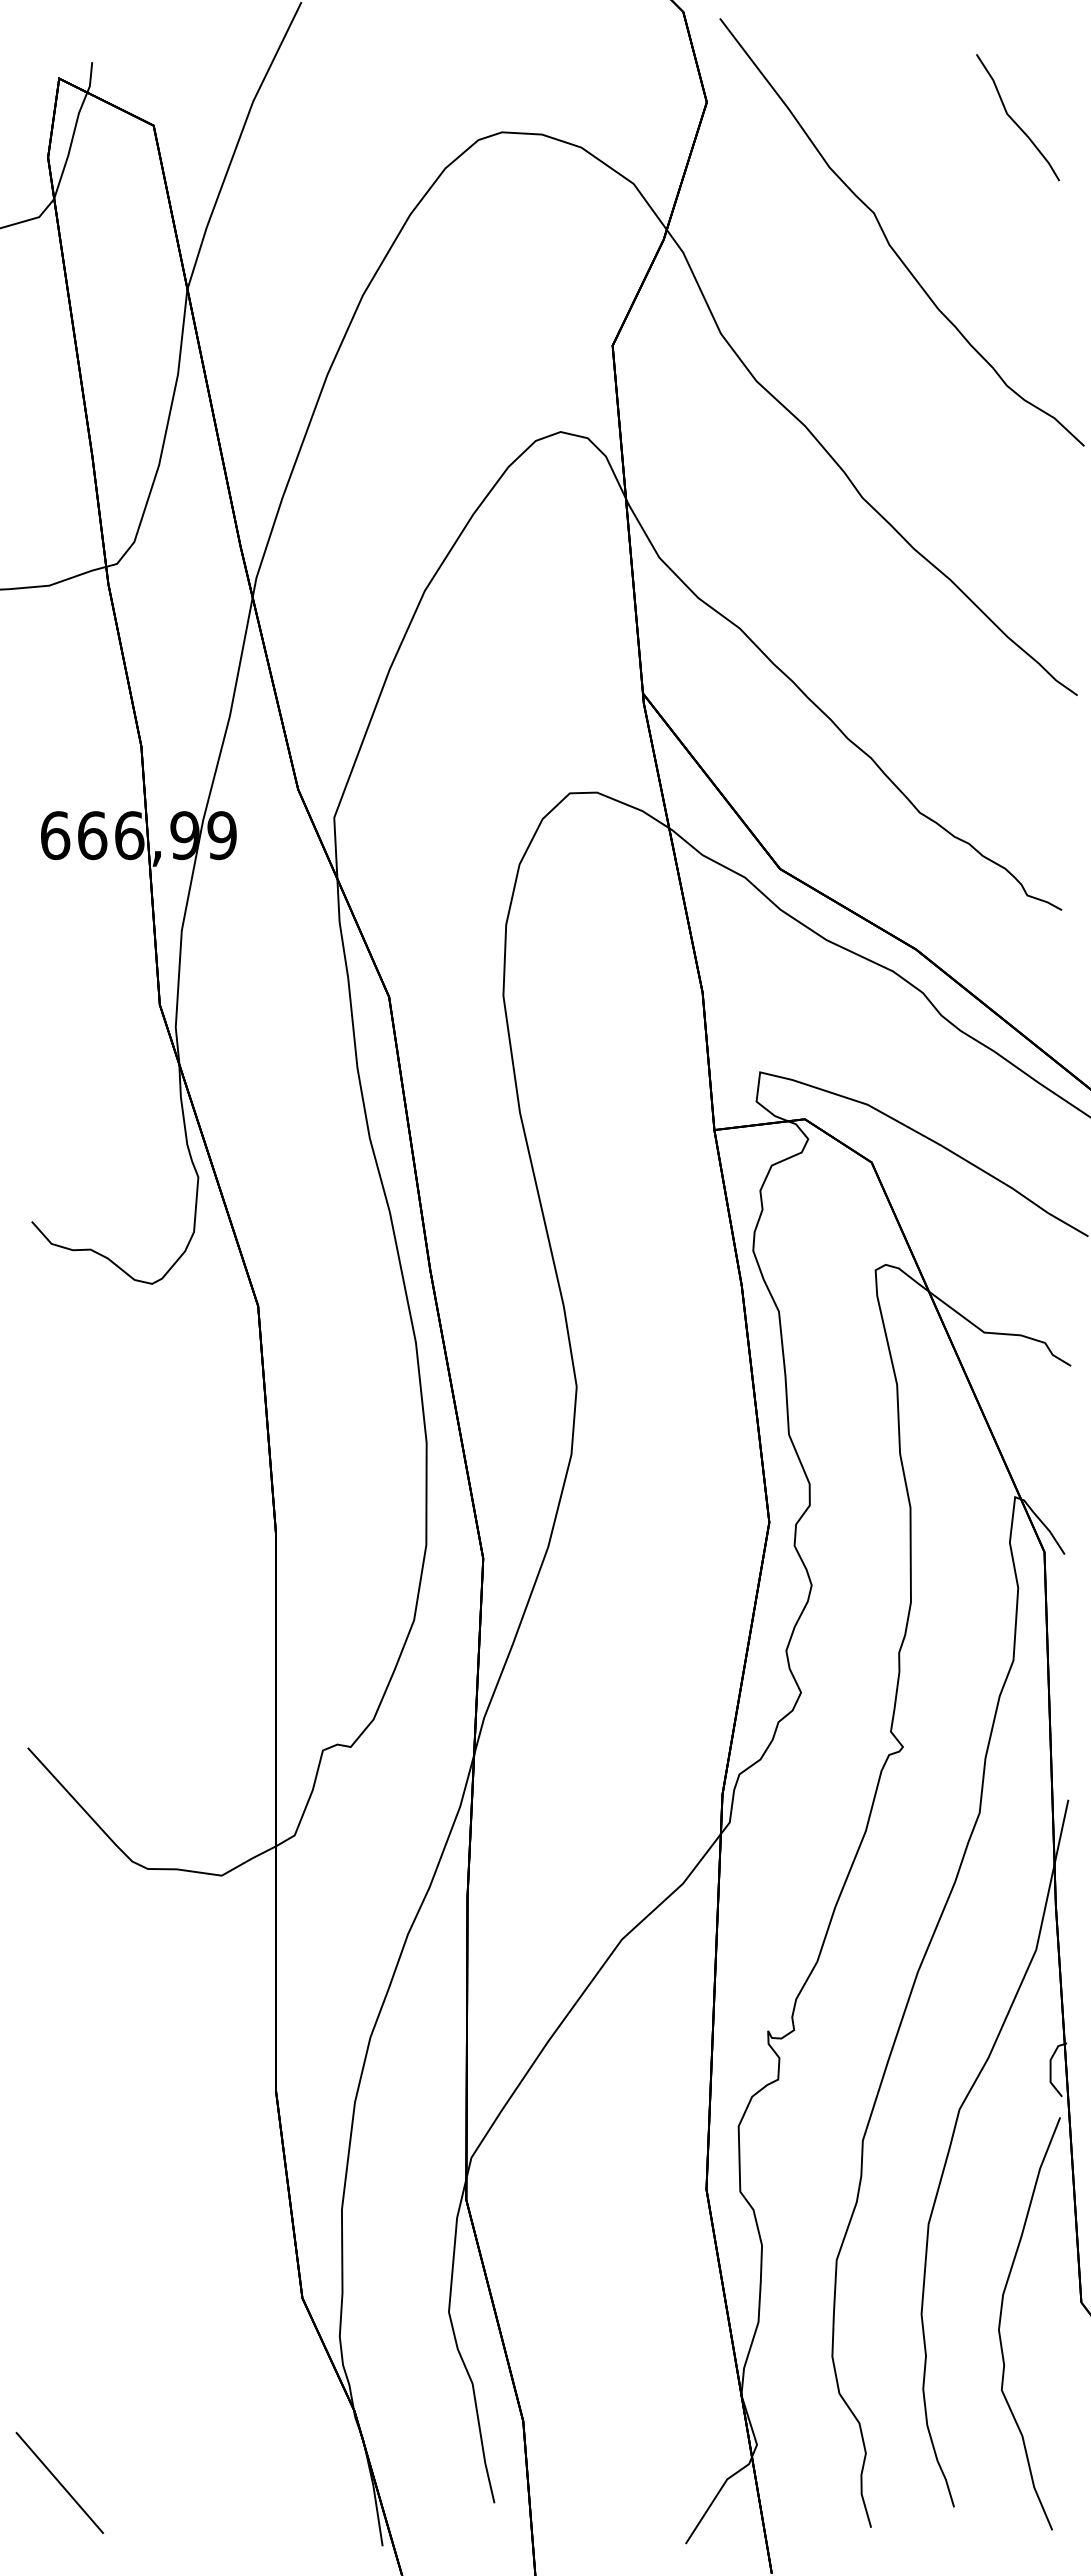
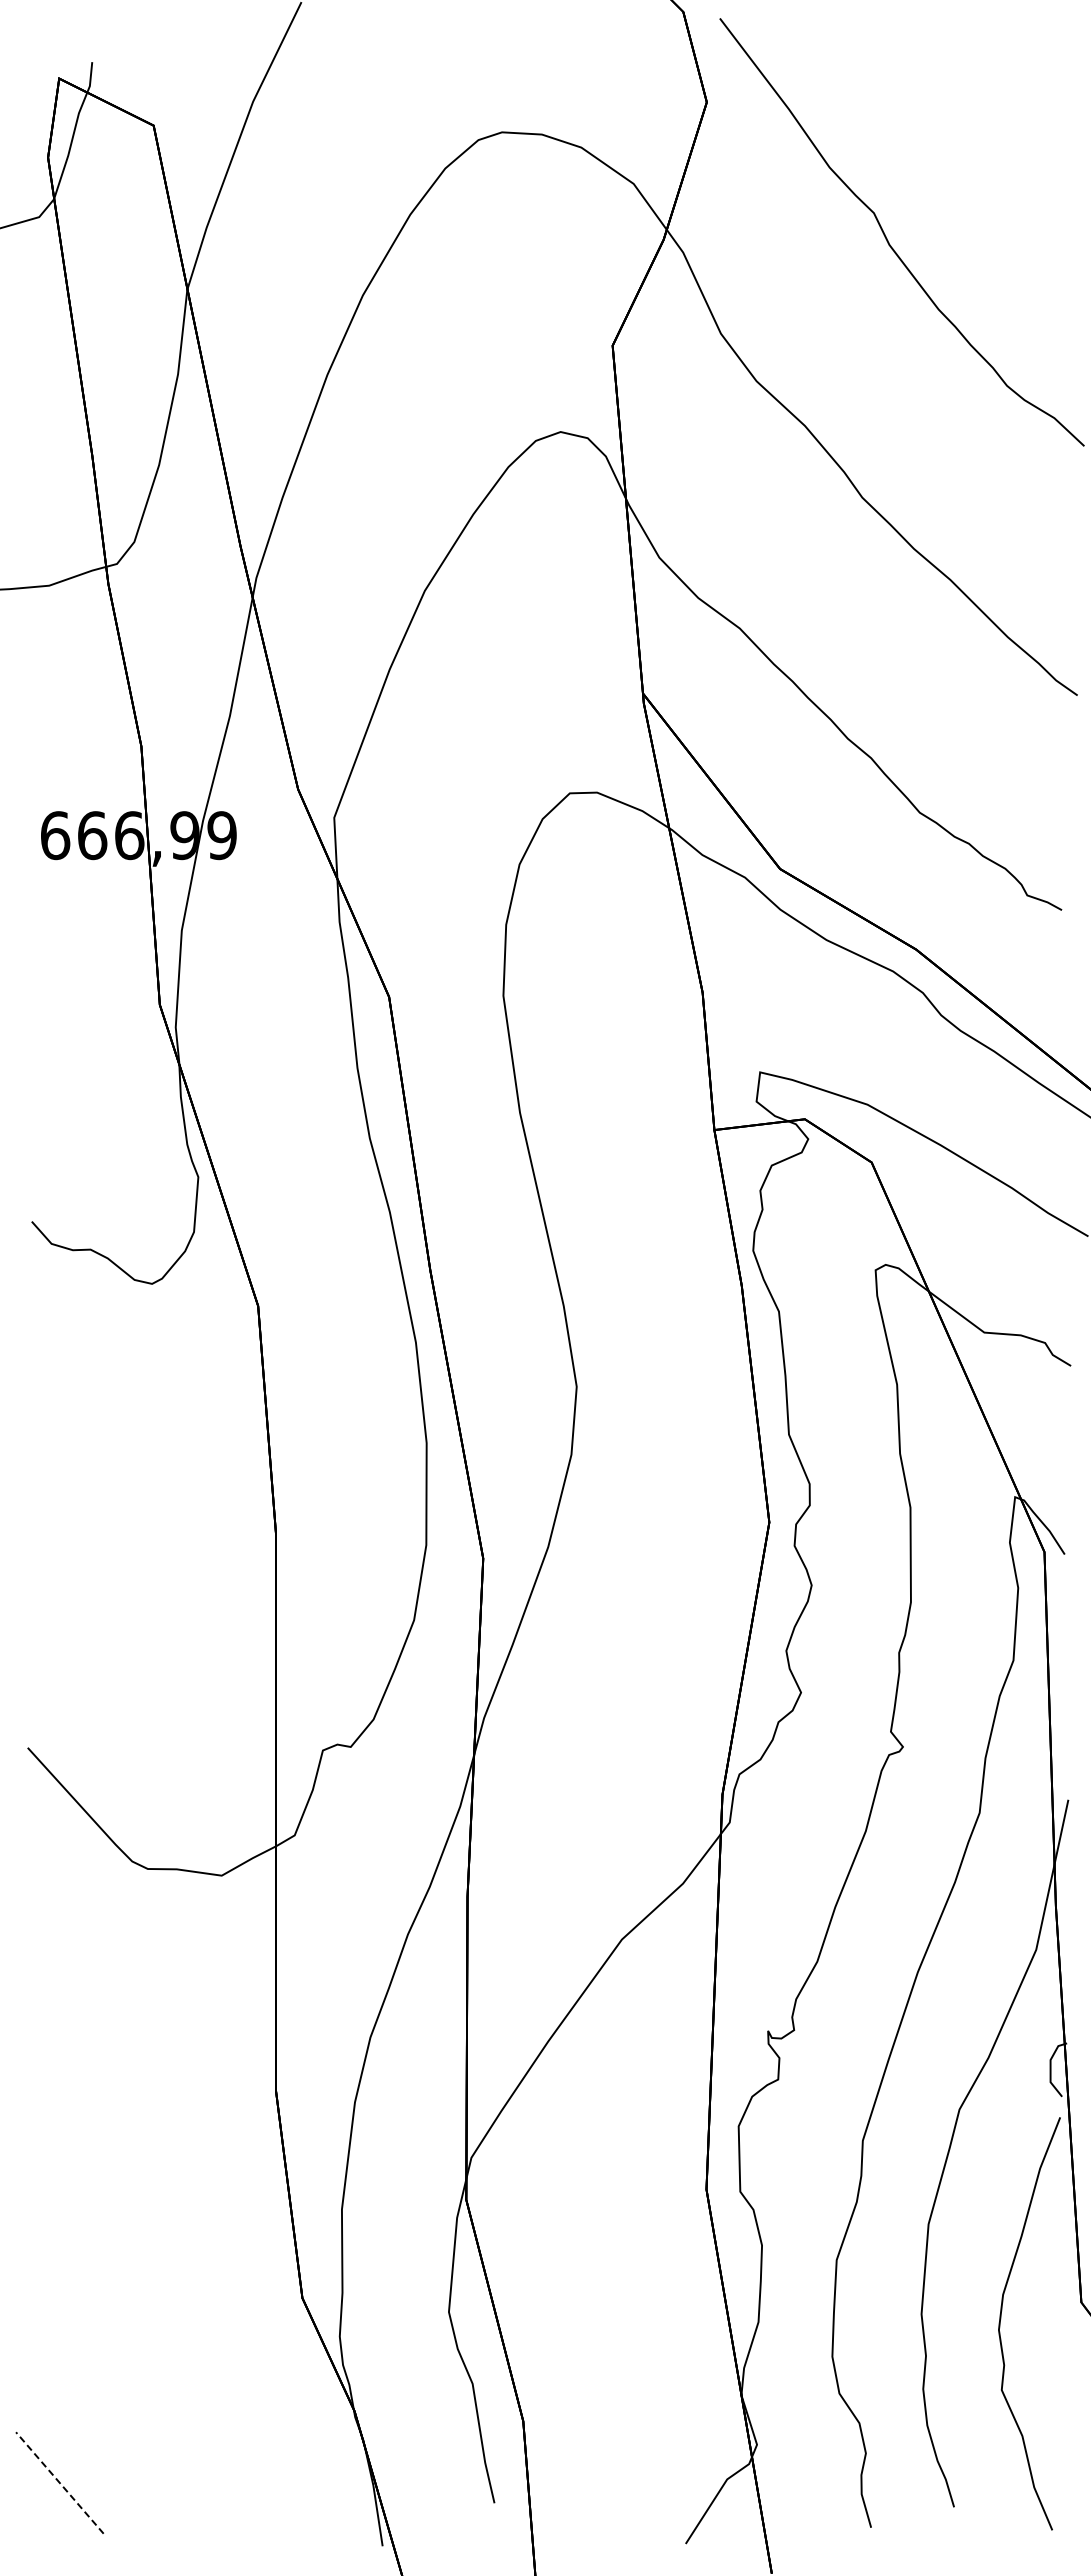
curve at (1014, 120): present -> none
line at (59, 2482): solid -> dashed
